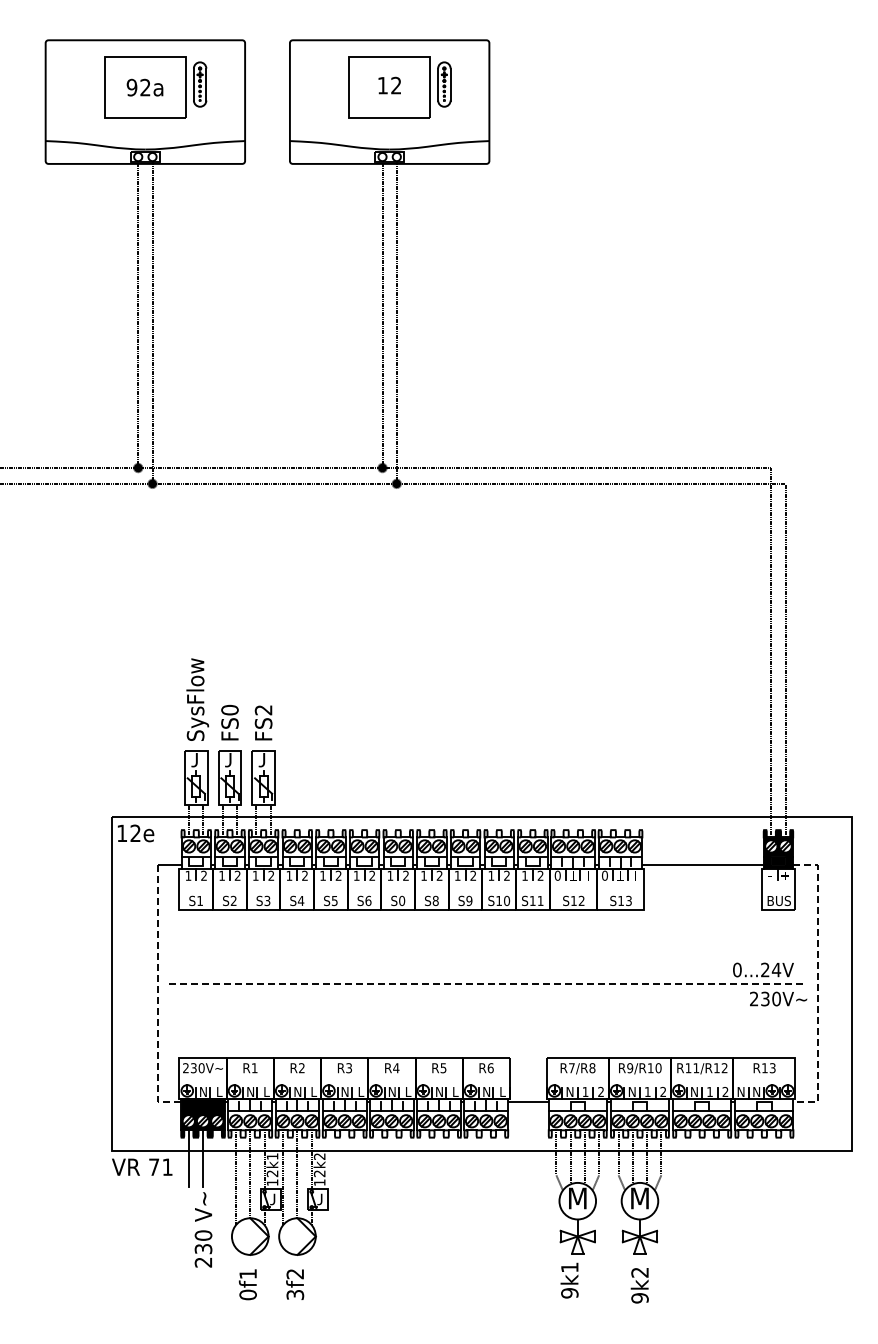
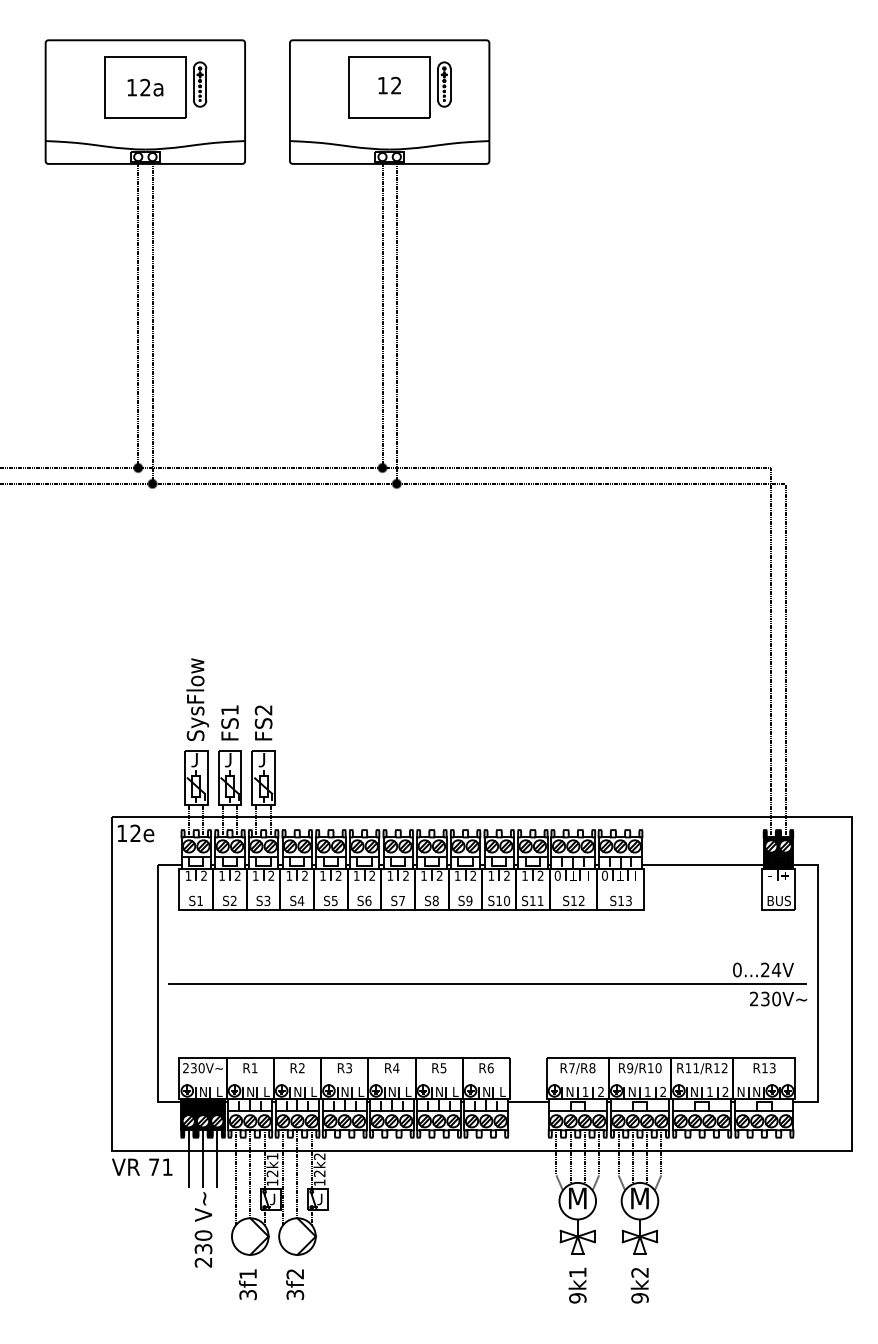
text at (131, 87): 92a -> 12a
text at (229, 709): FS0 -> FS1
text at (402, 900): S0 -> S7
line at (487, 983): dashed -> solid
line at (817, 984): dashed -> solid
line at (158, 995): dashed -> solid
line at (217, 1158): none -> present
text at (569, 1280) position: (569, 1280) -> (577, 1285)
text at (247, 1294): 0f1 -> 3f1
